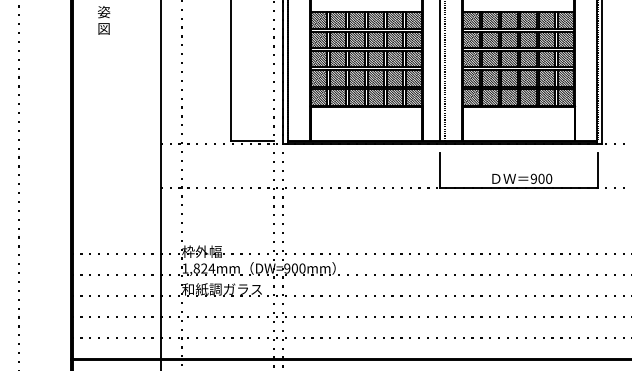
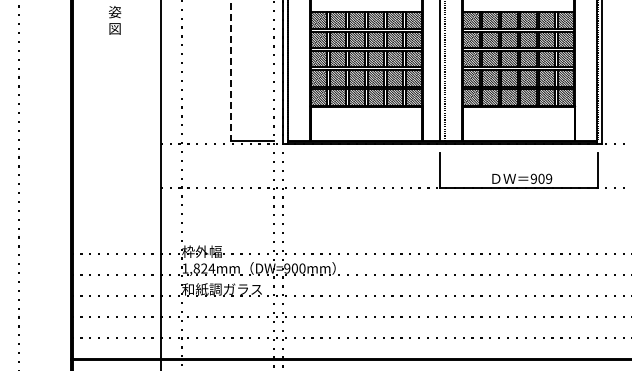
text at (104, 20) position: (104, 20) -> (115, 20)
line at (230, 70): solid -> dashed
text at (549, 178): 900 -> 909
